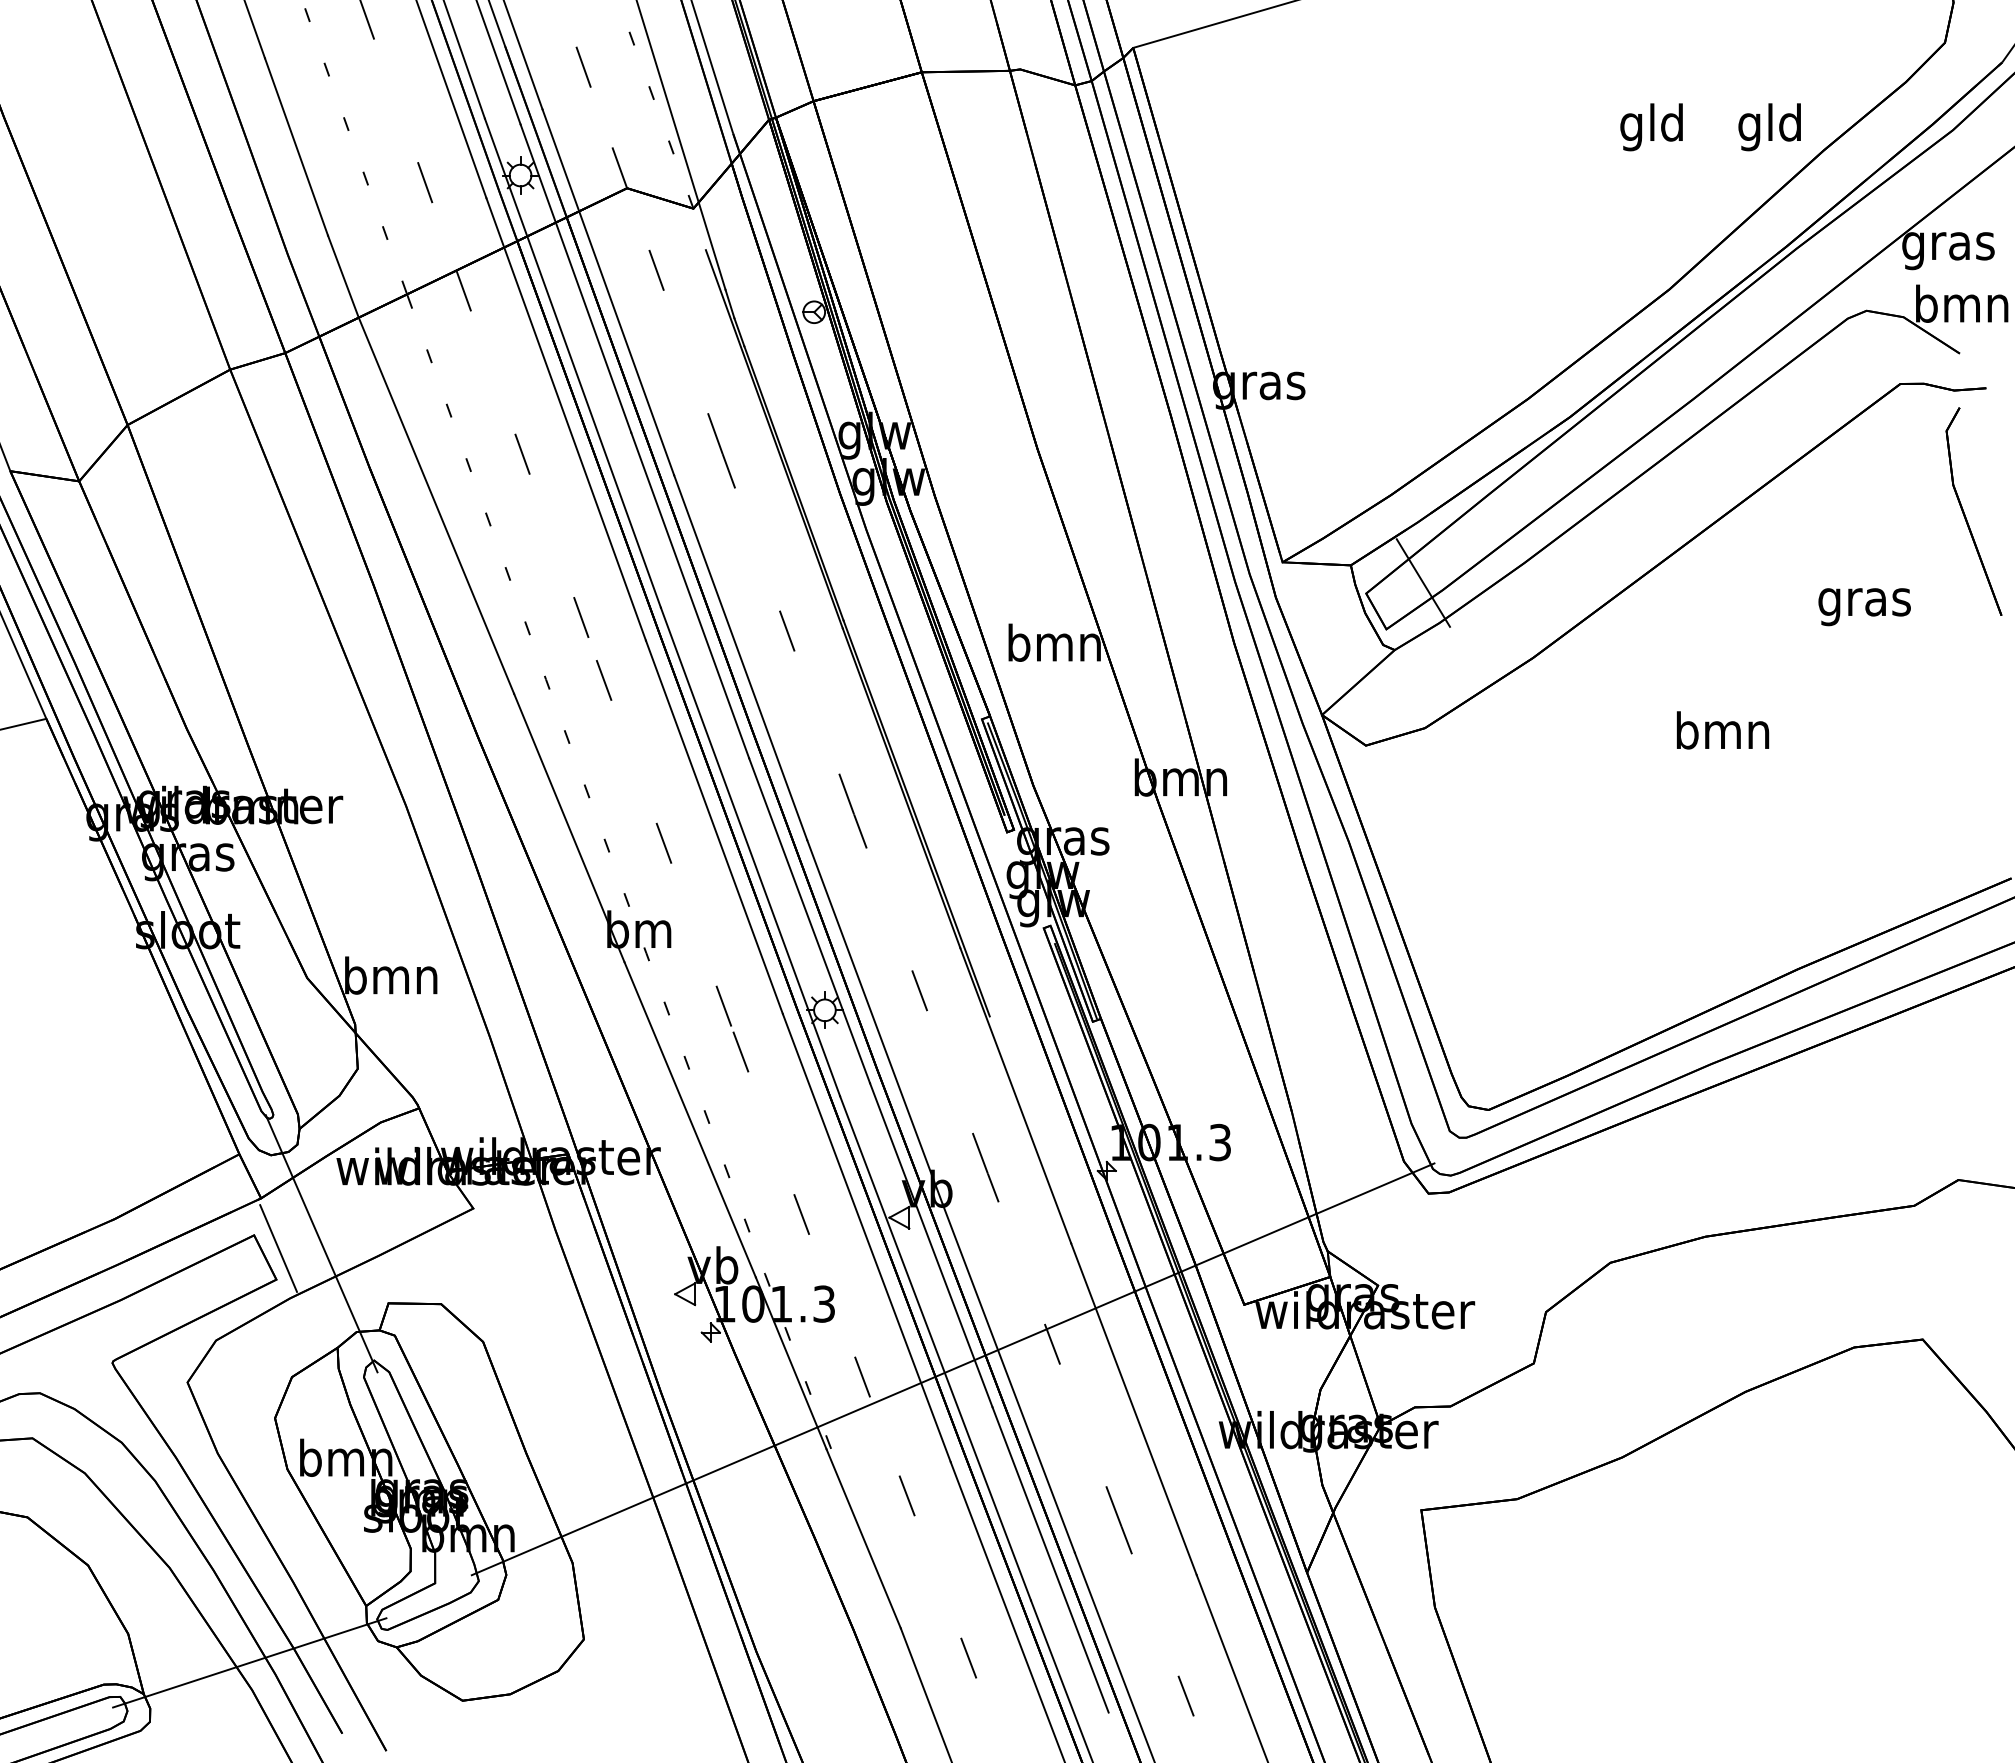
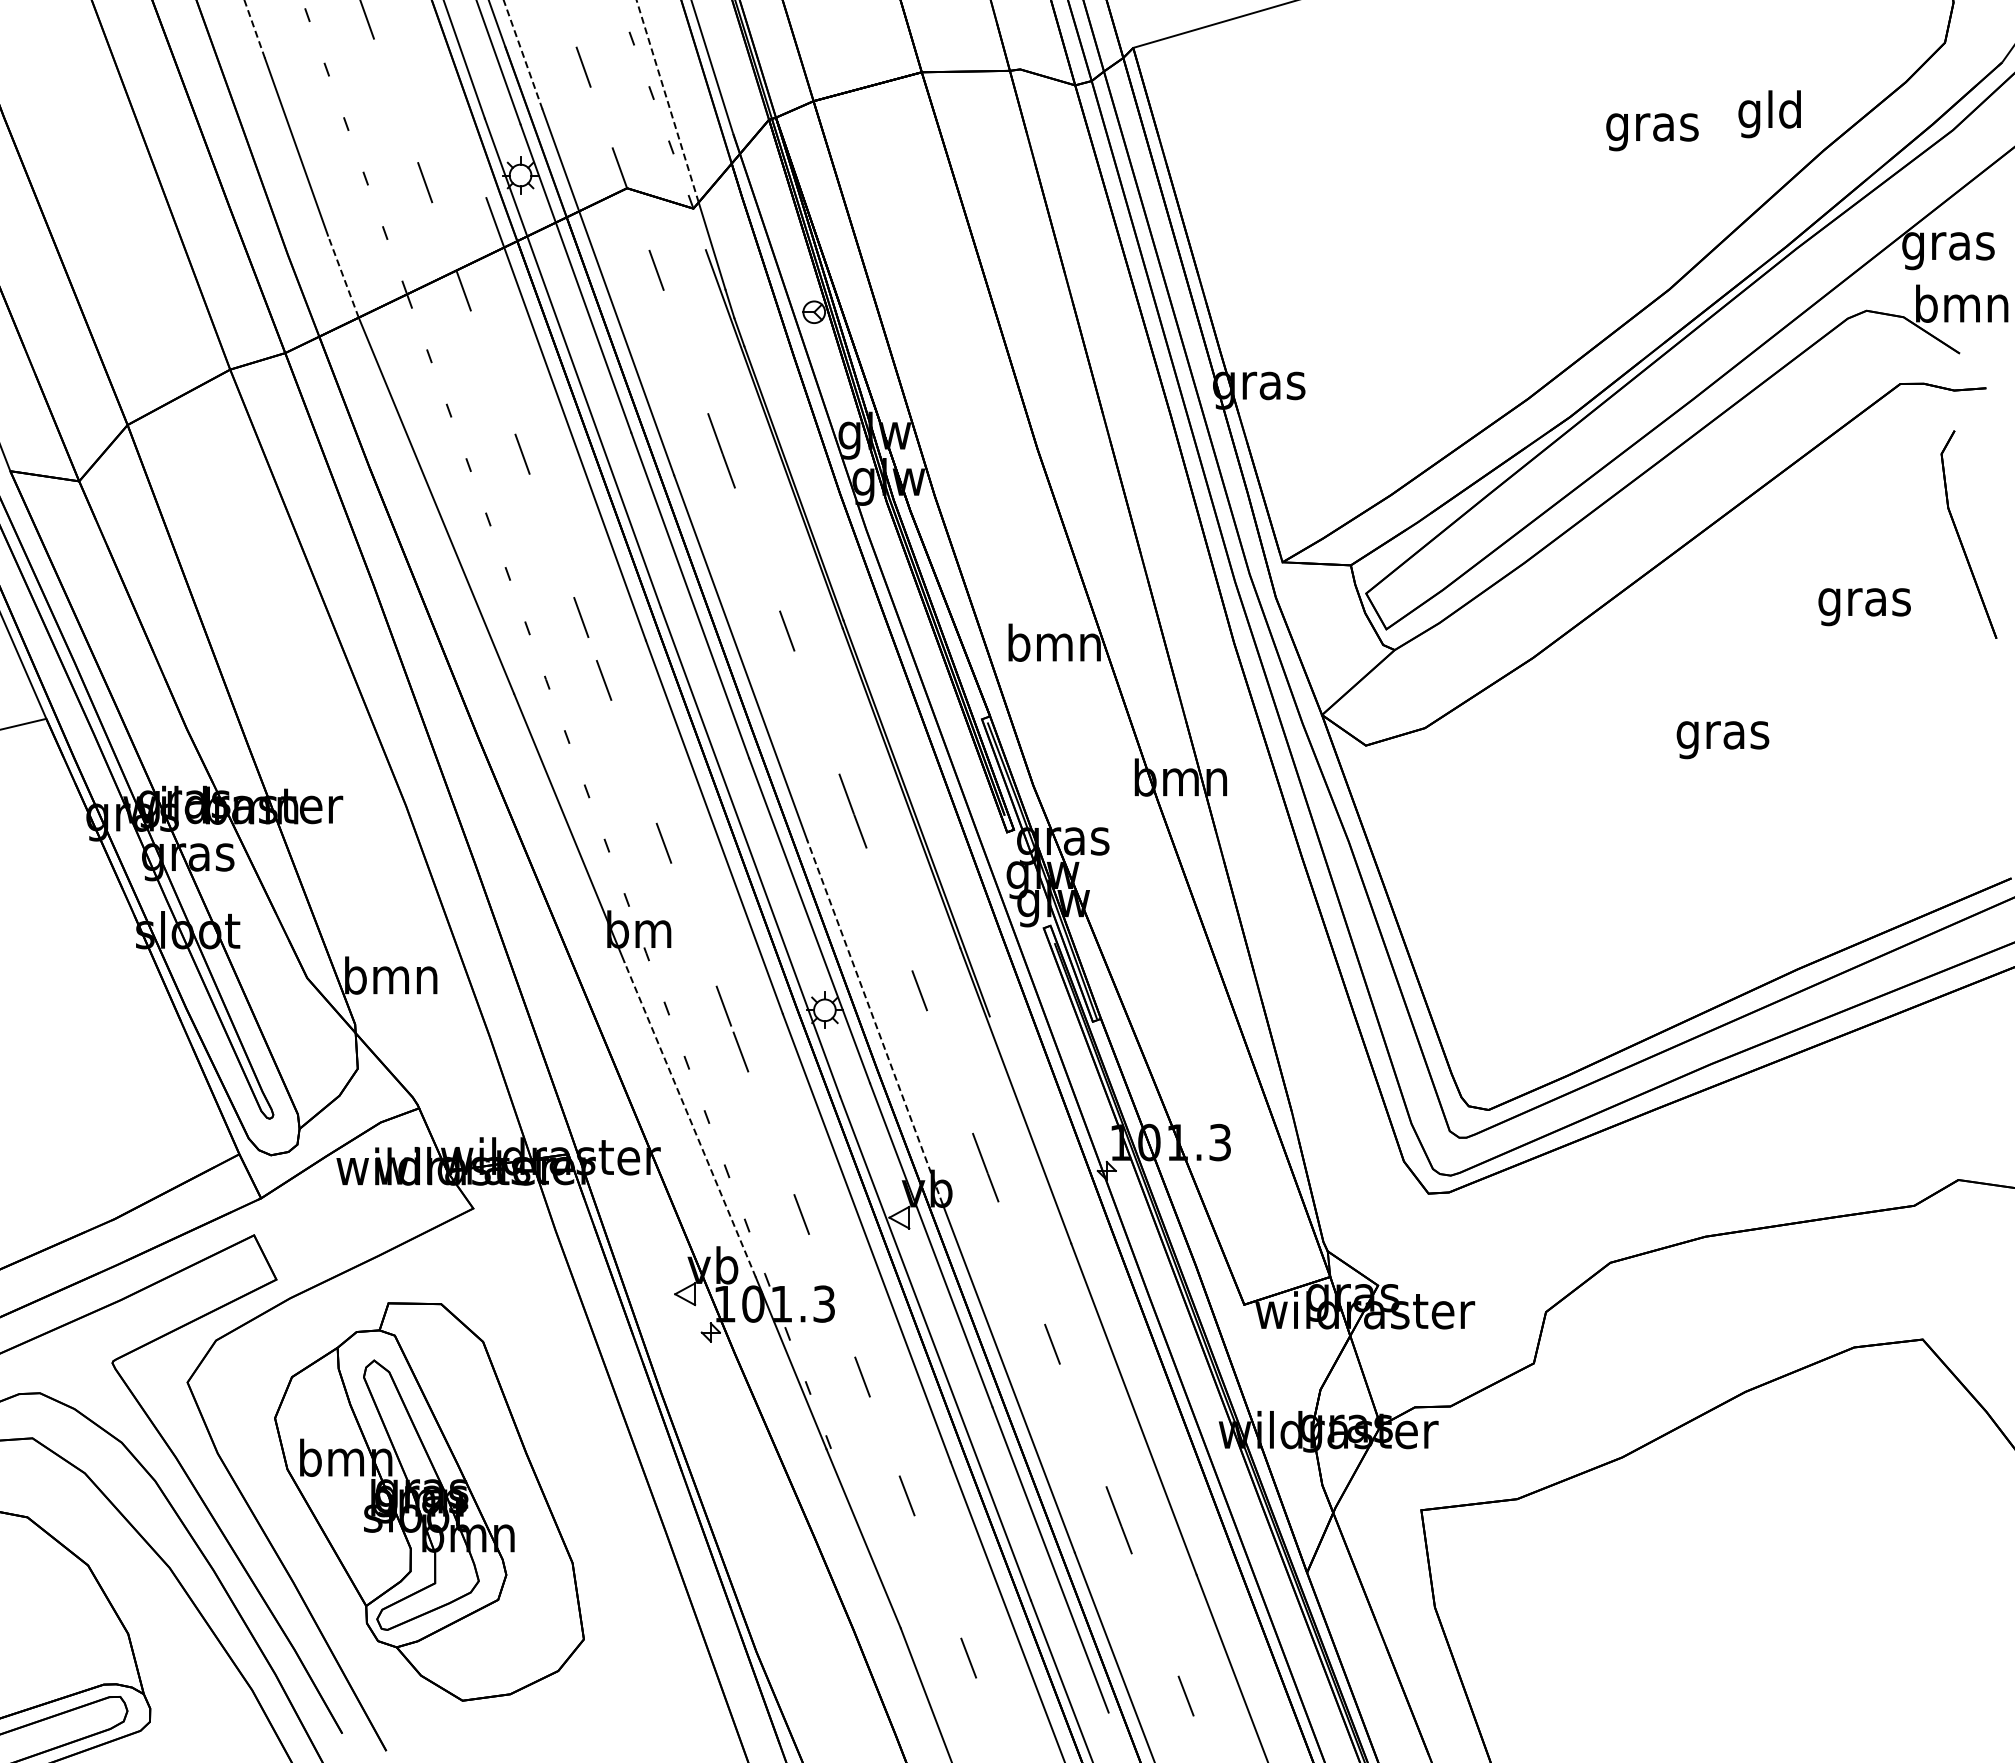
line at (254, 29): solid -> dashed
line at (523, 54): solid -> dashed
line at (451, 100): present -> none
line at (667, 101): solid -> dashed
text at (1652, 127): gld -> gras
text at (1769, 127) position: (1769, 127) -> (1769, 114)
line at (343, 276): solid -> dashed
part at (1965, 514) position: (1965, 514) -> (1960, 537)
line at (1423, 582): present -> none
text at (1722, 735): bmn -> gras
line at (874, 1021): solid -> dashed
line at (690, 1119): solid -> dashed
line at (321, 1243): present -> none
line at (278, 1248): present -> none
line at (952, 1369): present -> none
line at (249, 1662): present -> none
